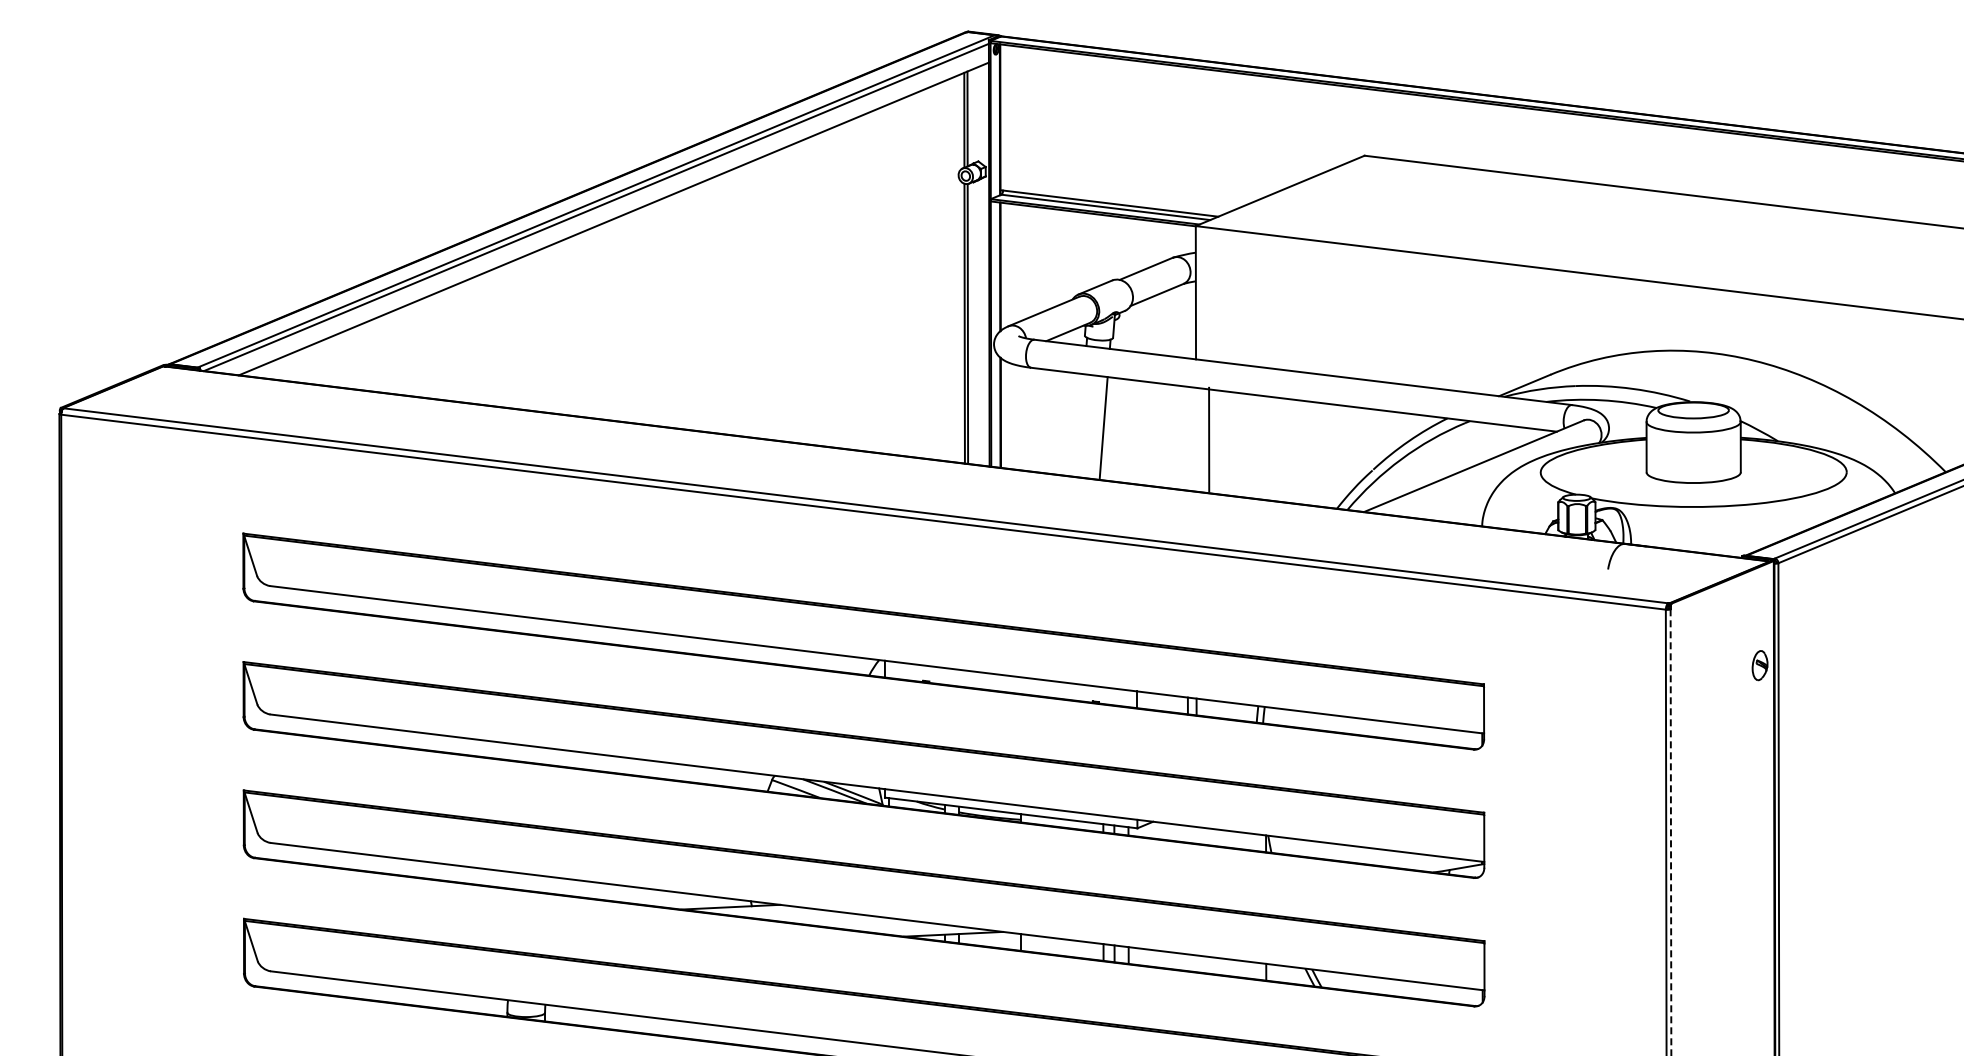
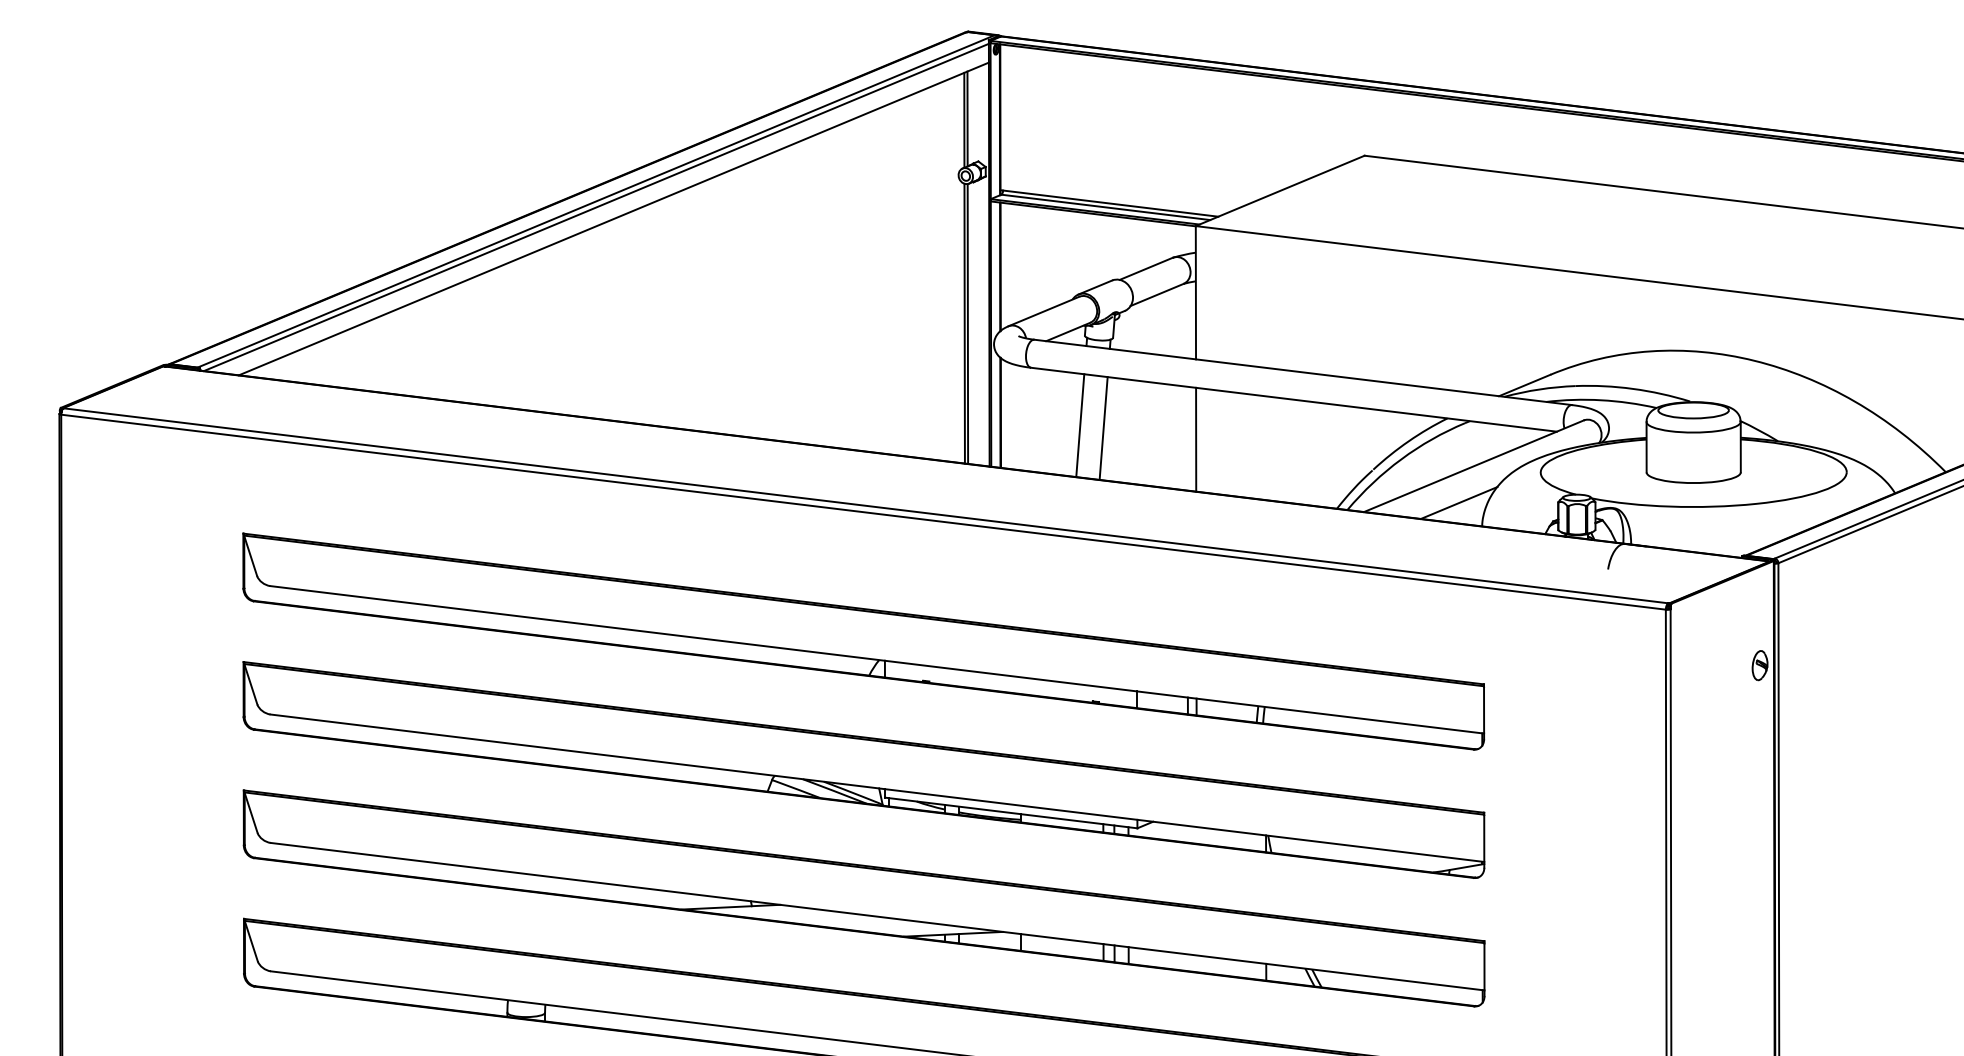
line at (1080, 425): none -> present
line at (1209, 439) position: (1209, 439) -> (1196, 439)
line at (1458, 502): none -> present
line at (1670, 832): dashed -> solid
